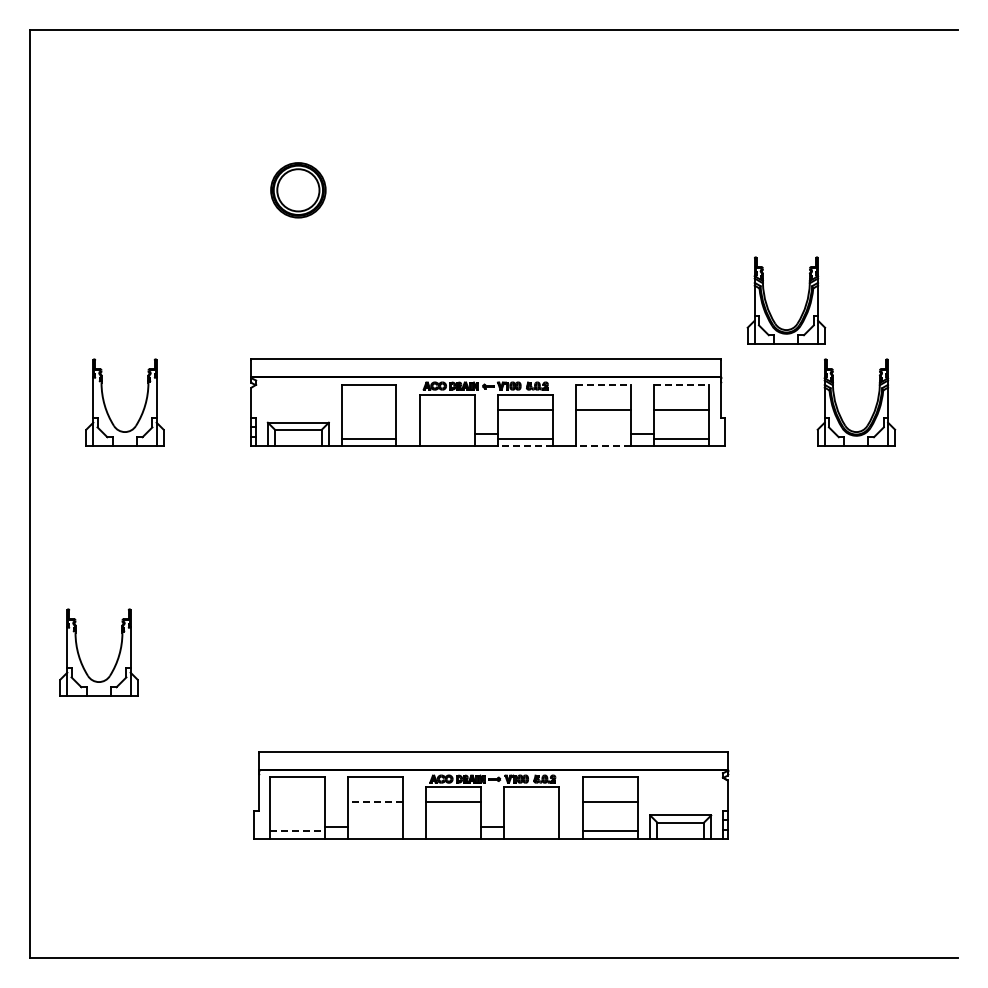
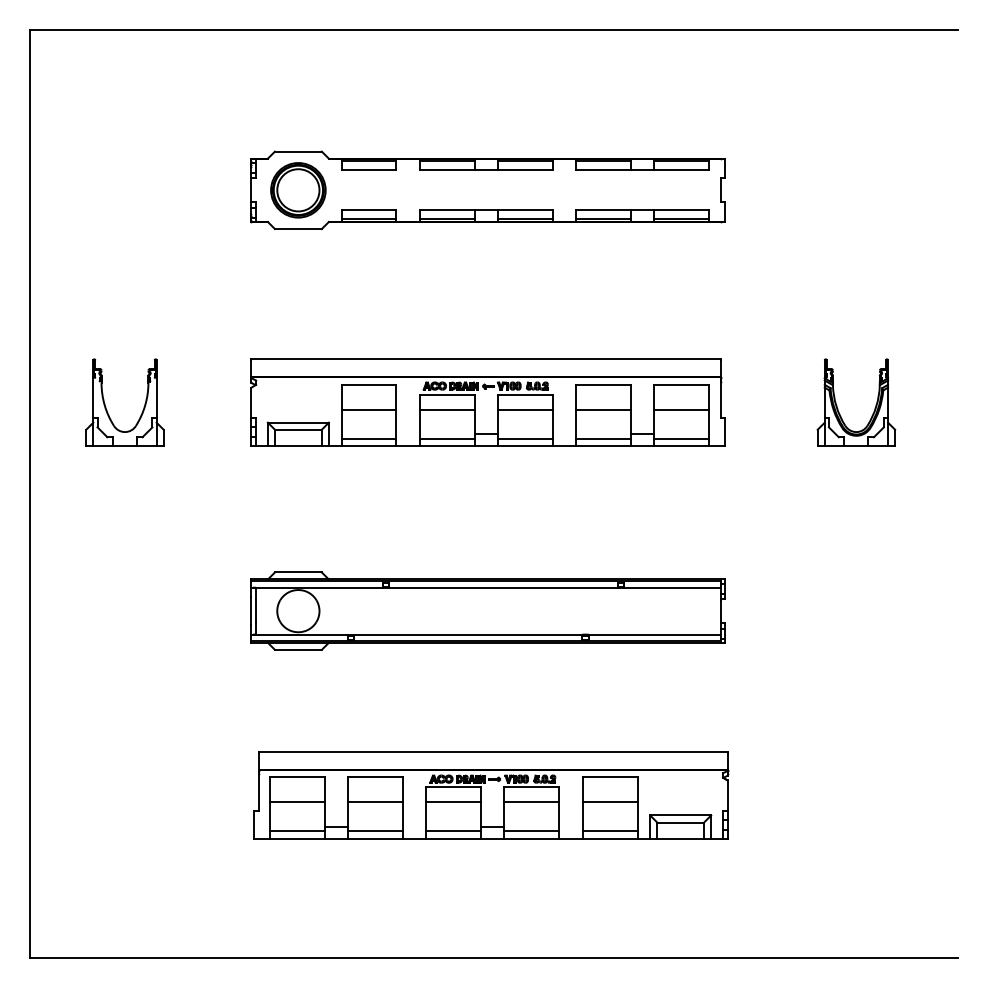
part at (487, 190): none -> present
part at (768, 306): present -> none
line at (604, 384): dashed -> solid
line at (682, 384): dashed -> solid
line at (368, 409): none -> present
line at (446, 409): none -> present
line at (446, 438): none -> present
line at (603, 438): none -> present
line at (524, 446): dashed -> solid
line at (603, 446): dashed -> solid
part at (487, 610): none -> present
part at (81, 659): present -> none
line at (296, 802): none -> present
line at (375, 802): dashed -> solid
line at (531, 802): none -> present
line at (297, 831): dashed -> solid
line at (375, 831): none -> present
line at (453, 831): none -> present
line at (531, 831): none -> present
